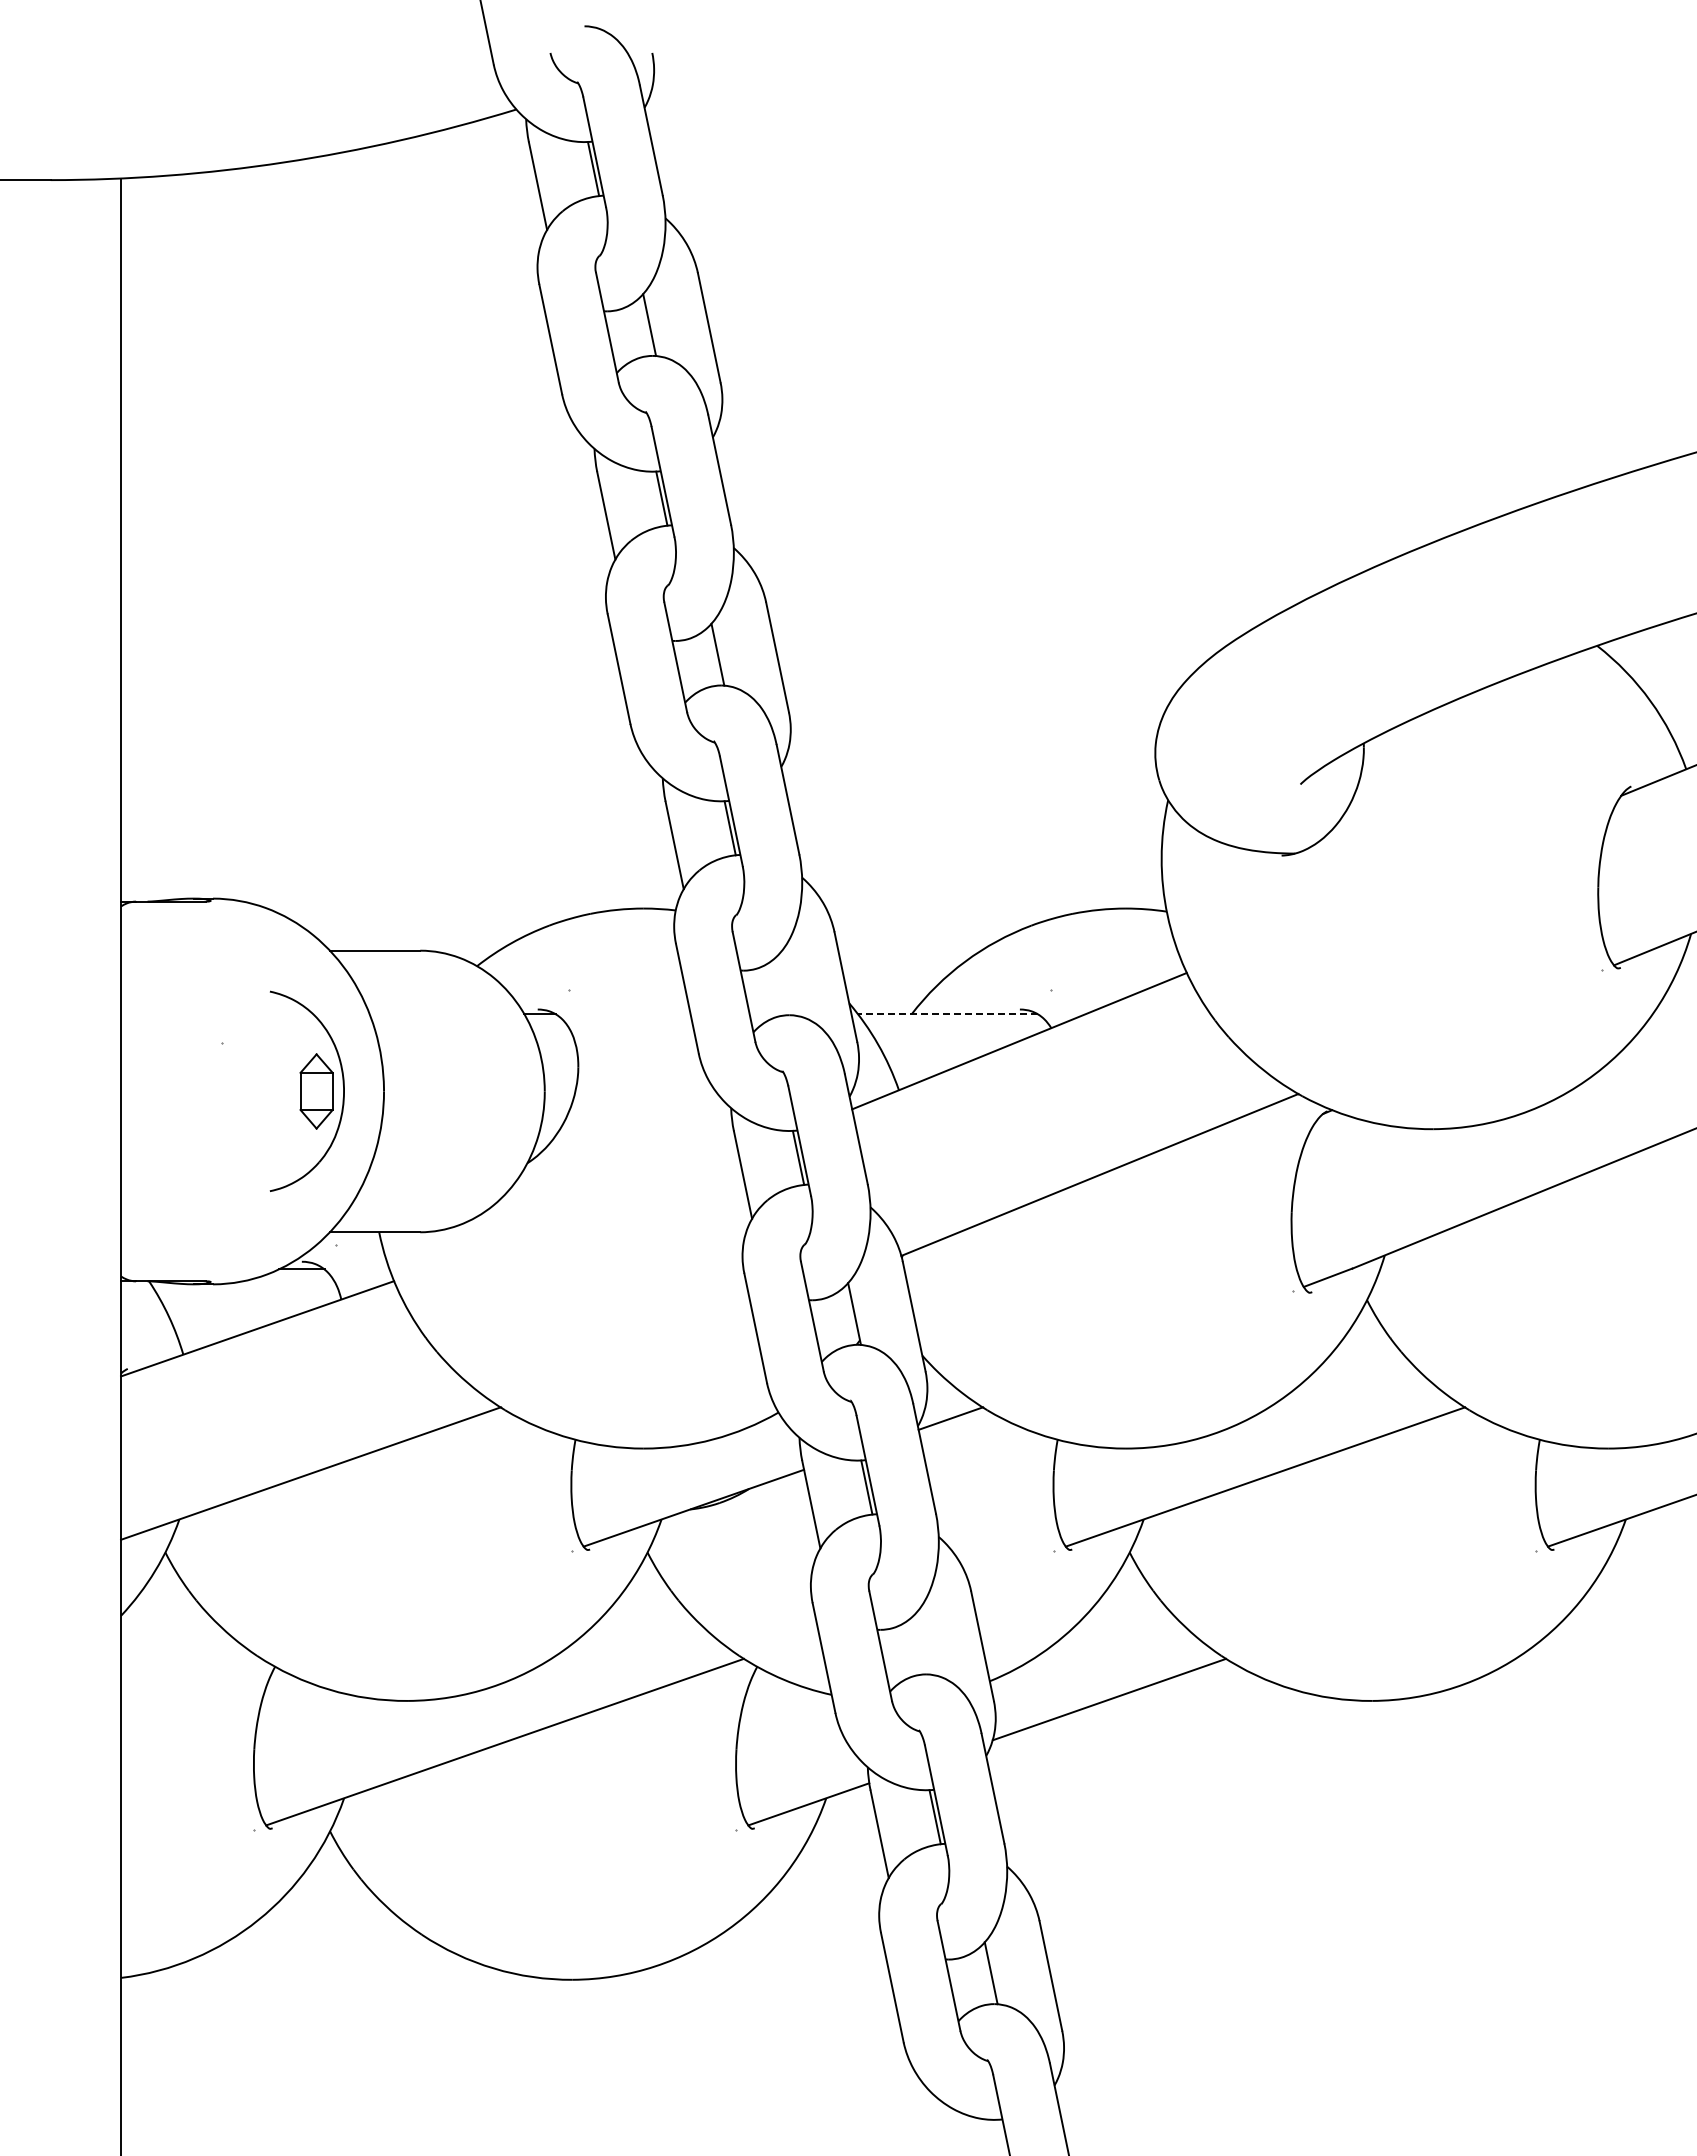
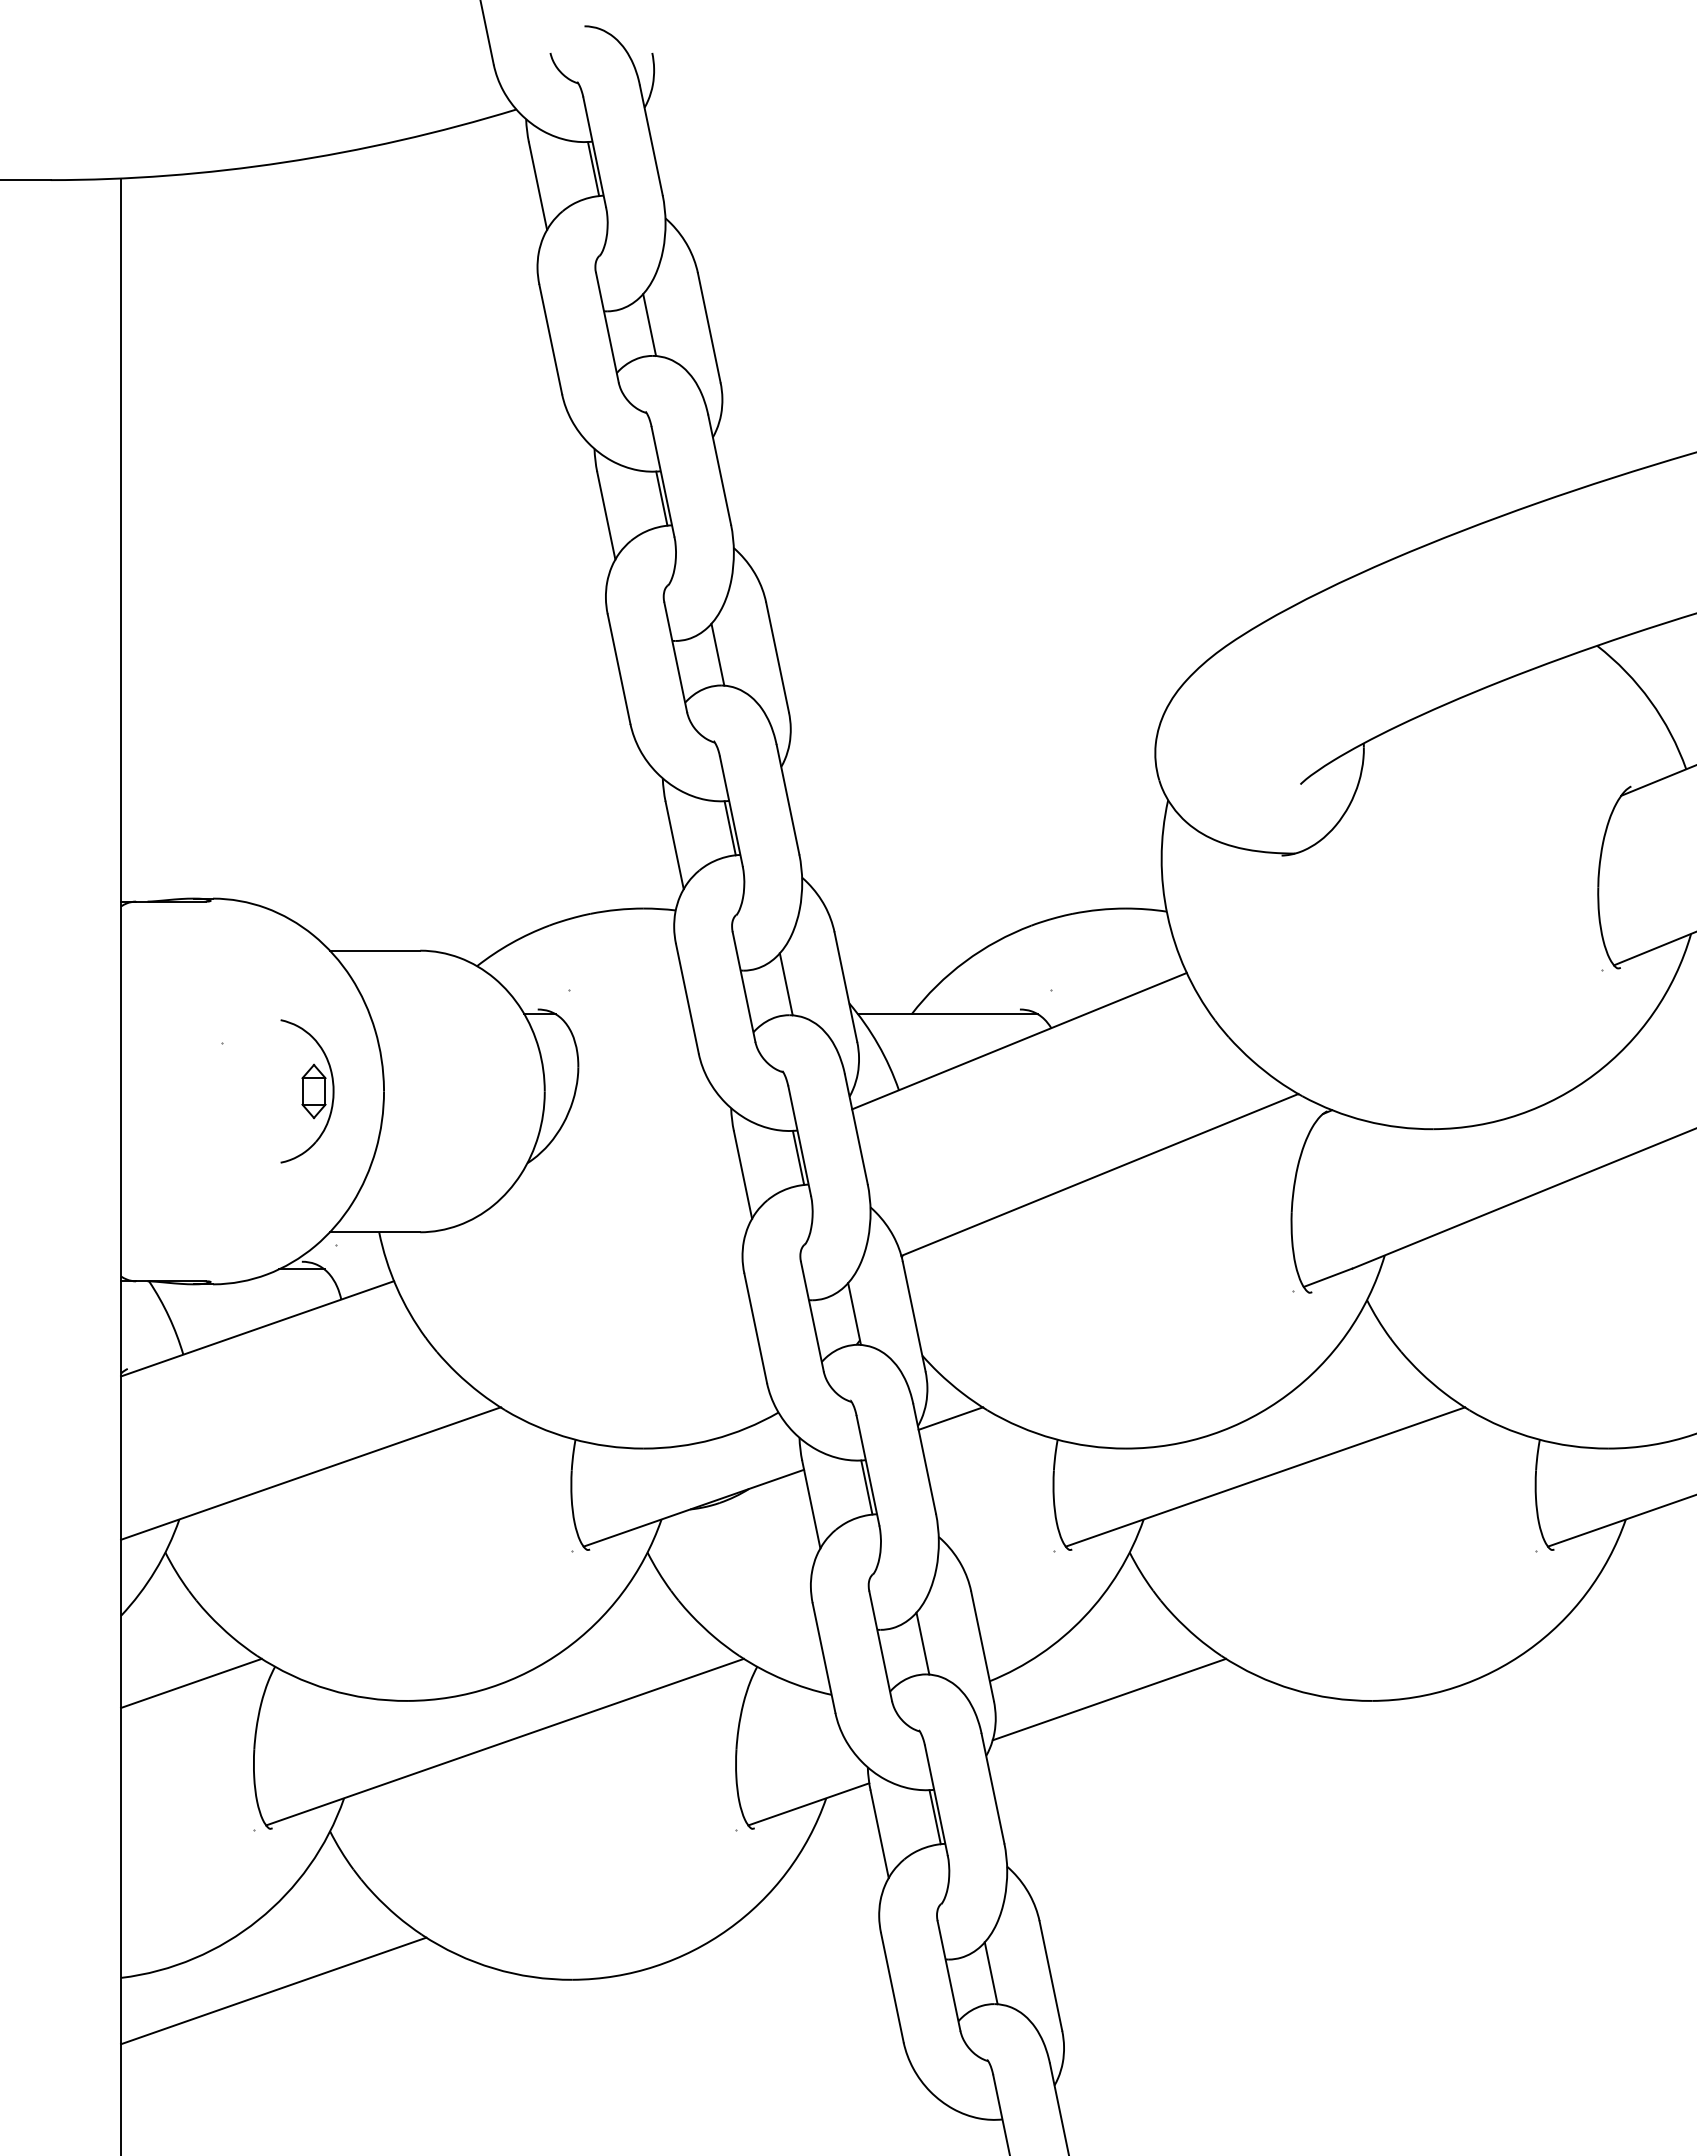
line at (785, 984): none -> present
line at (948, 1014): dashed -> solid
part at (306, 1090) size: 76x202 px -> 55x145 px
line at (922, 1643): none -> present
line at (191, 1682): none -> present
line at (273, 1990): none -> present
